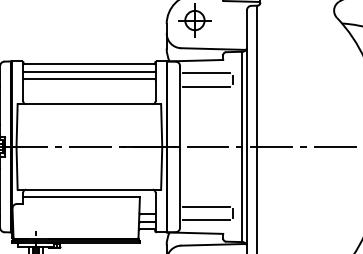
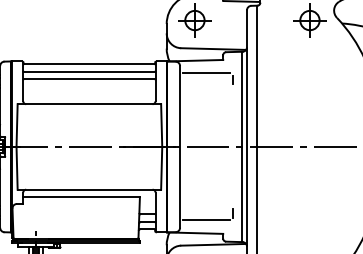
part at (309, 20): none -> present
line at (206, 86): present -> none
line at (206, 207): present -> none
